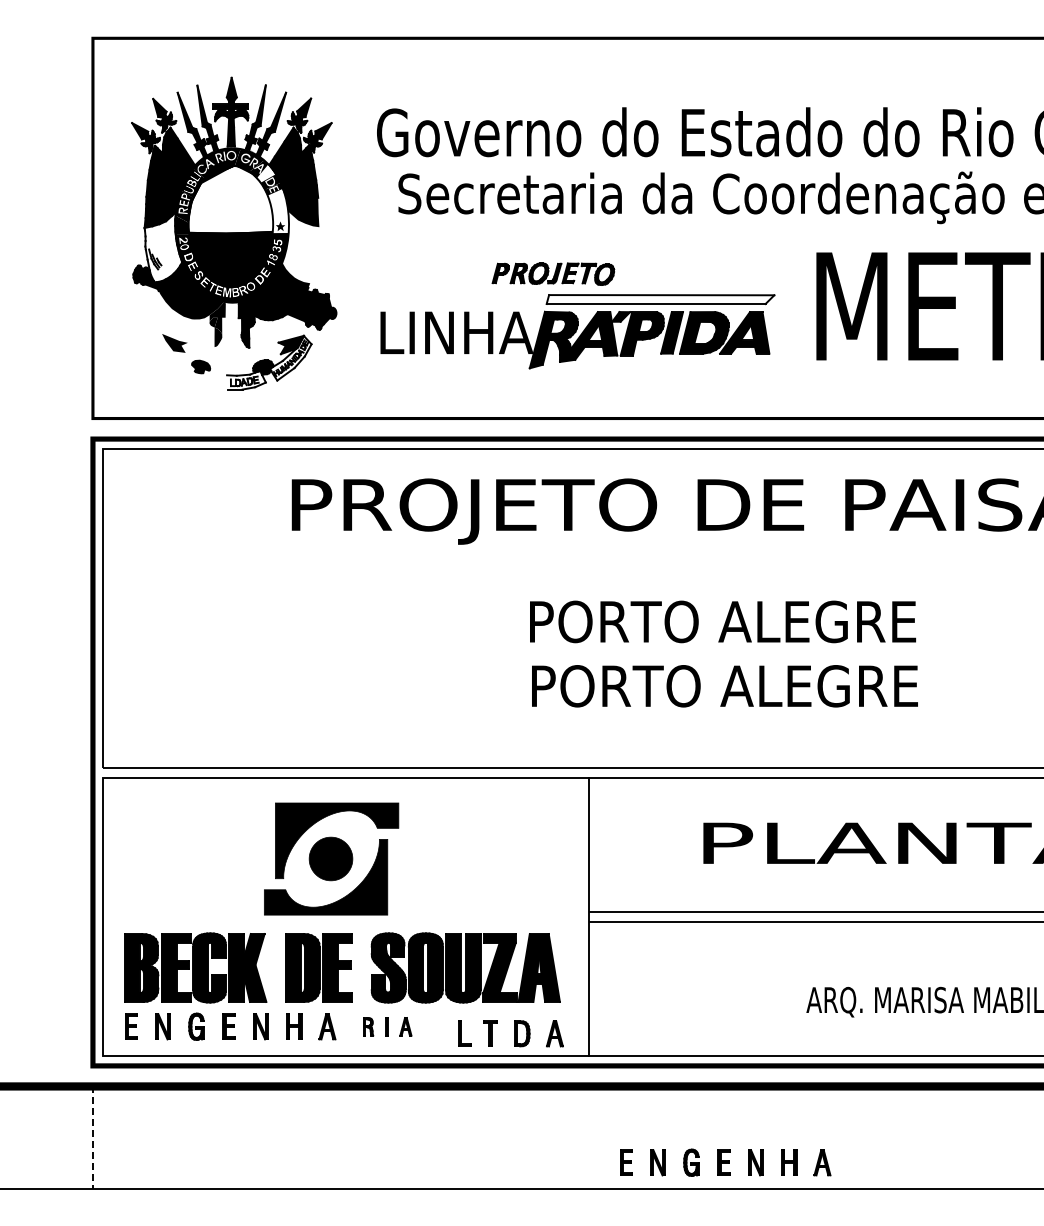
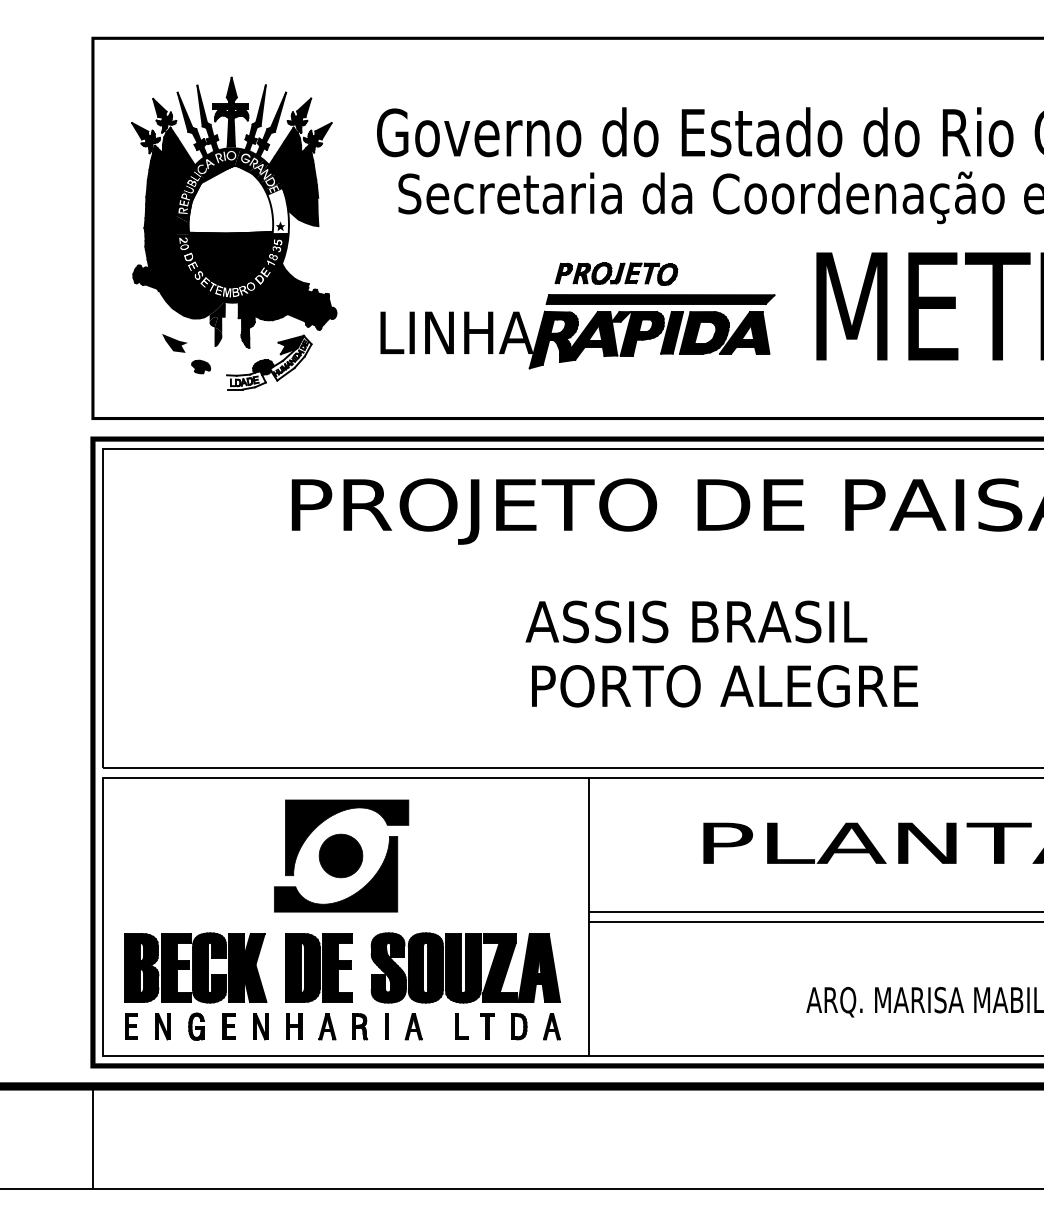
fill at (265, 177): none -> present
fill at (163, 247): none -> present
part at (553, 273) position: (553, 273) -> (616, 273)
fill at (660, 299): none -> present
text at (720, 621): PORTO ALEGRE -> ASSIS BRASIL
part at (331, 858) position: (331, 858) -> (341, 855)
part at (387, 1026) size: 50x20 px -> 71x28 px
part at (510, 1033) position: (510, 1033) -> (507, 1026)
line at (92, 1138): dashed -> solid
part at (725, 1162): present -> none
